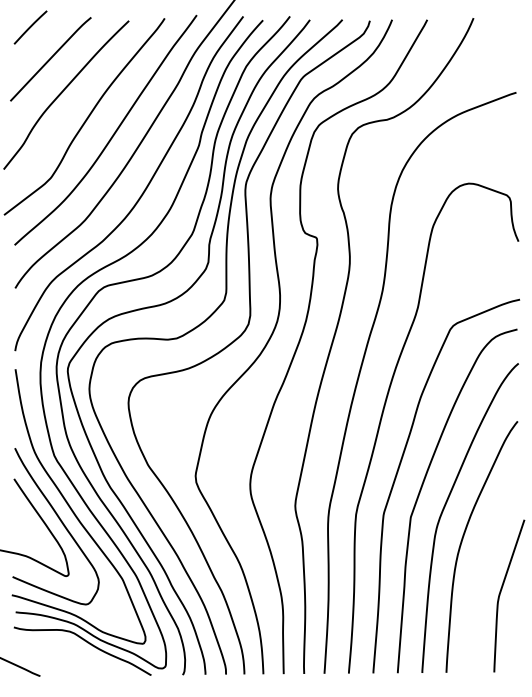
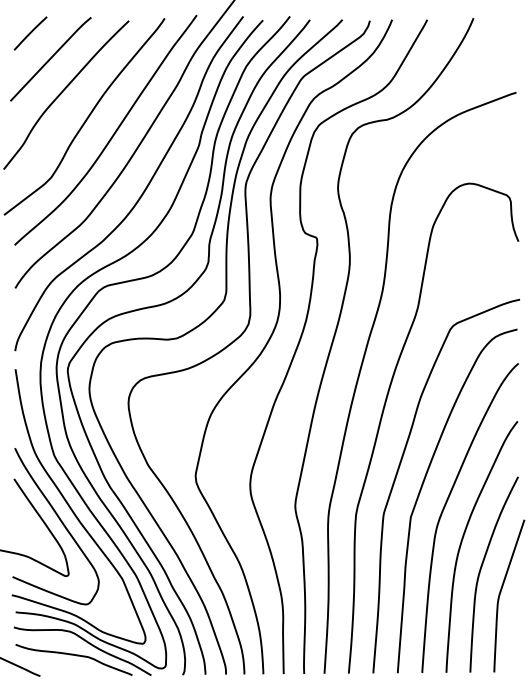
line at (30, 27) position: (30, 27) -> (30, 33)
curve at (481, 570): none -> present
curve at (73, 655): none -> present
